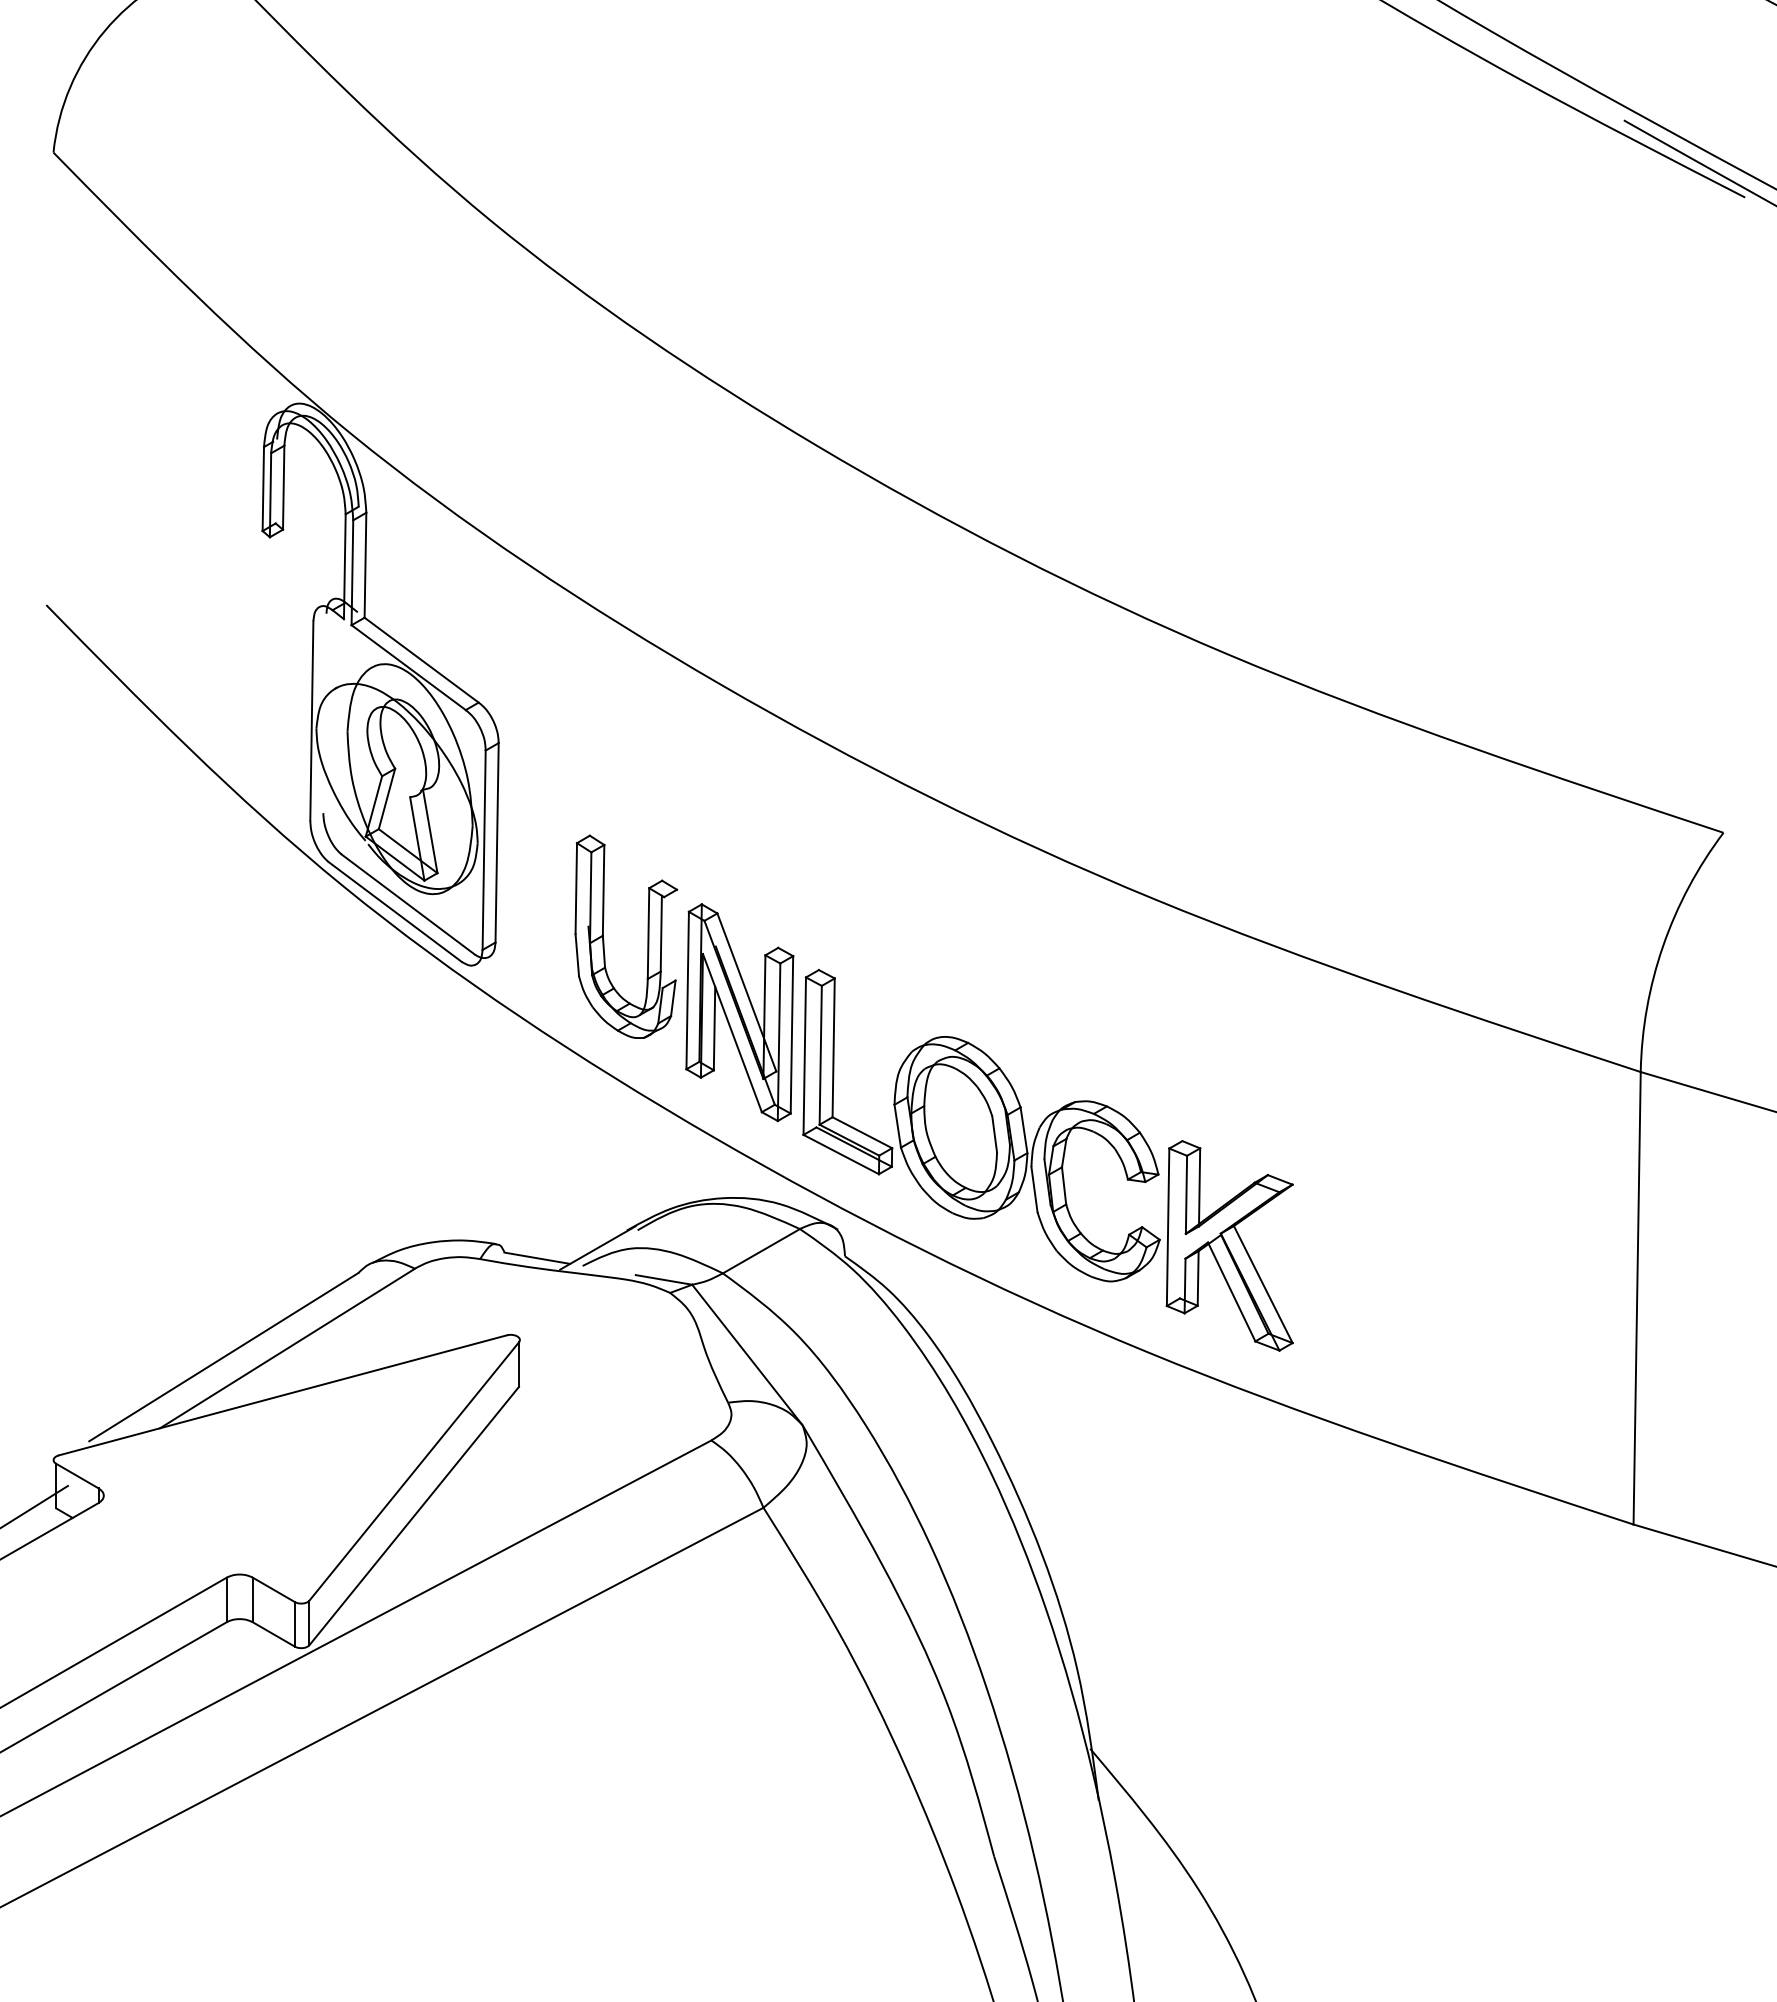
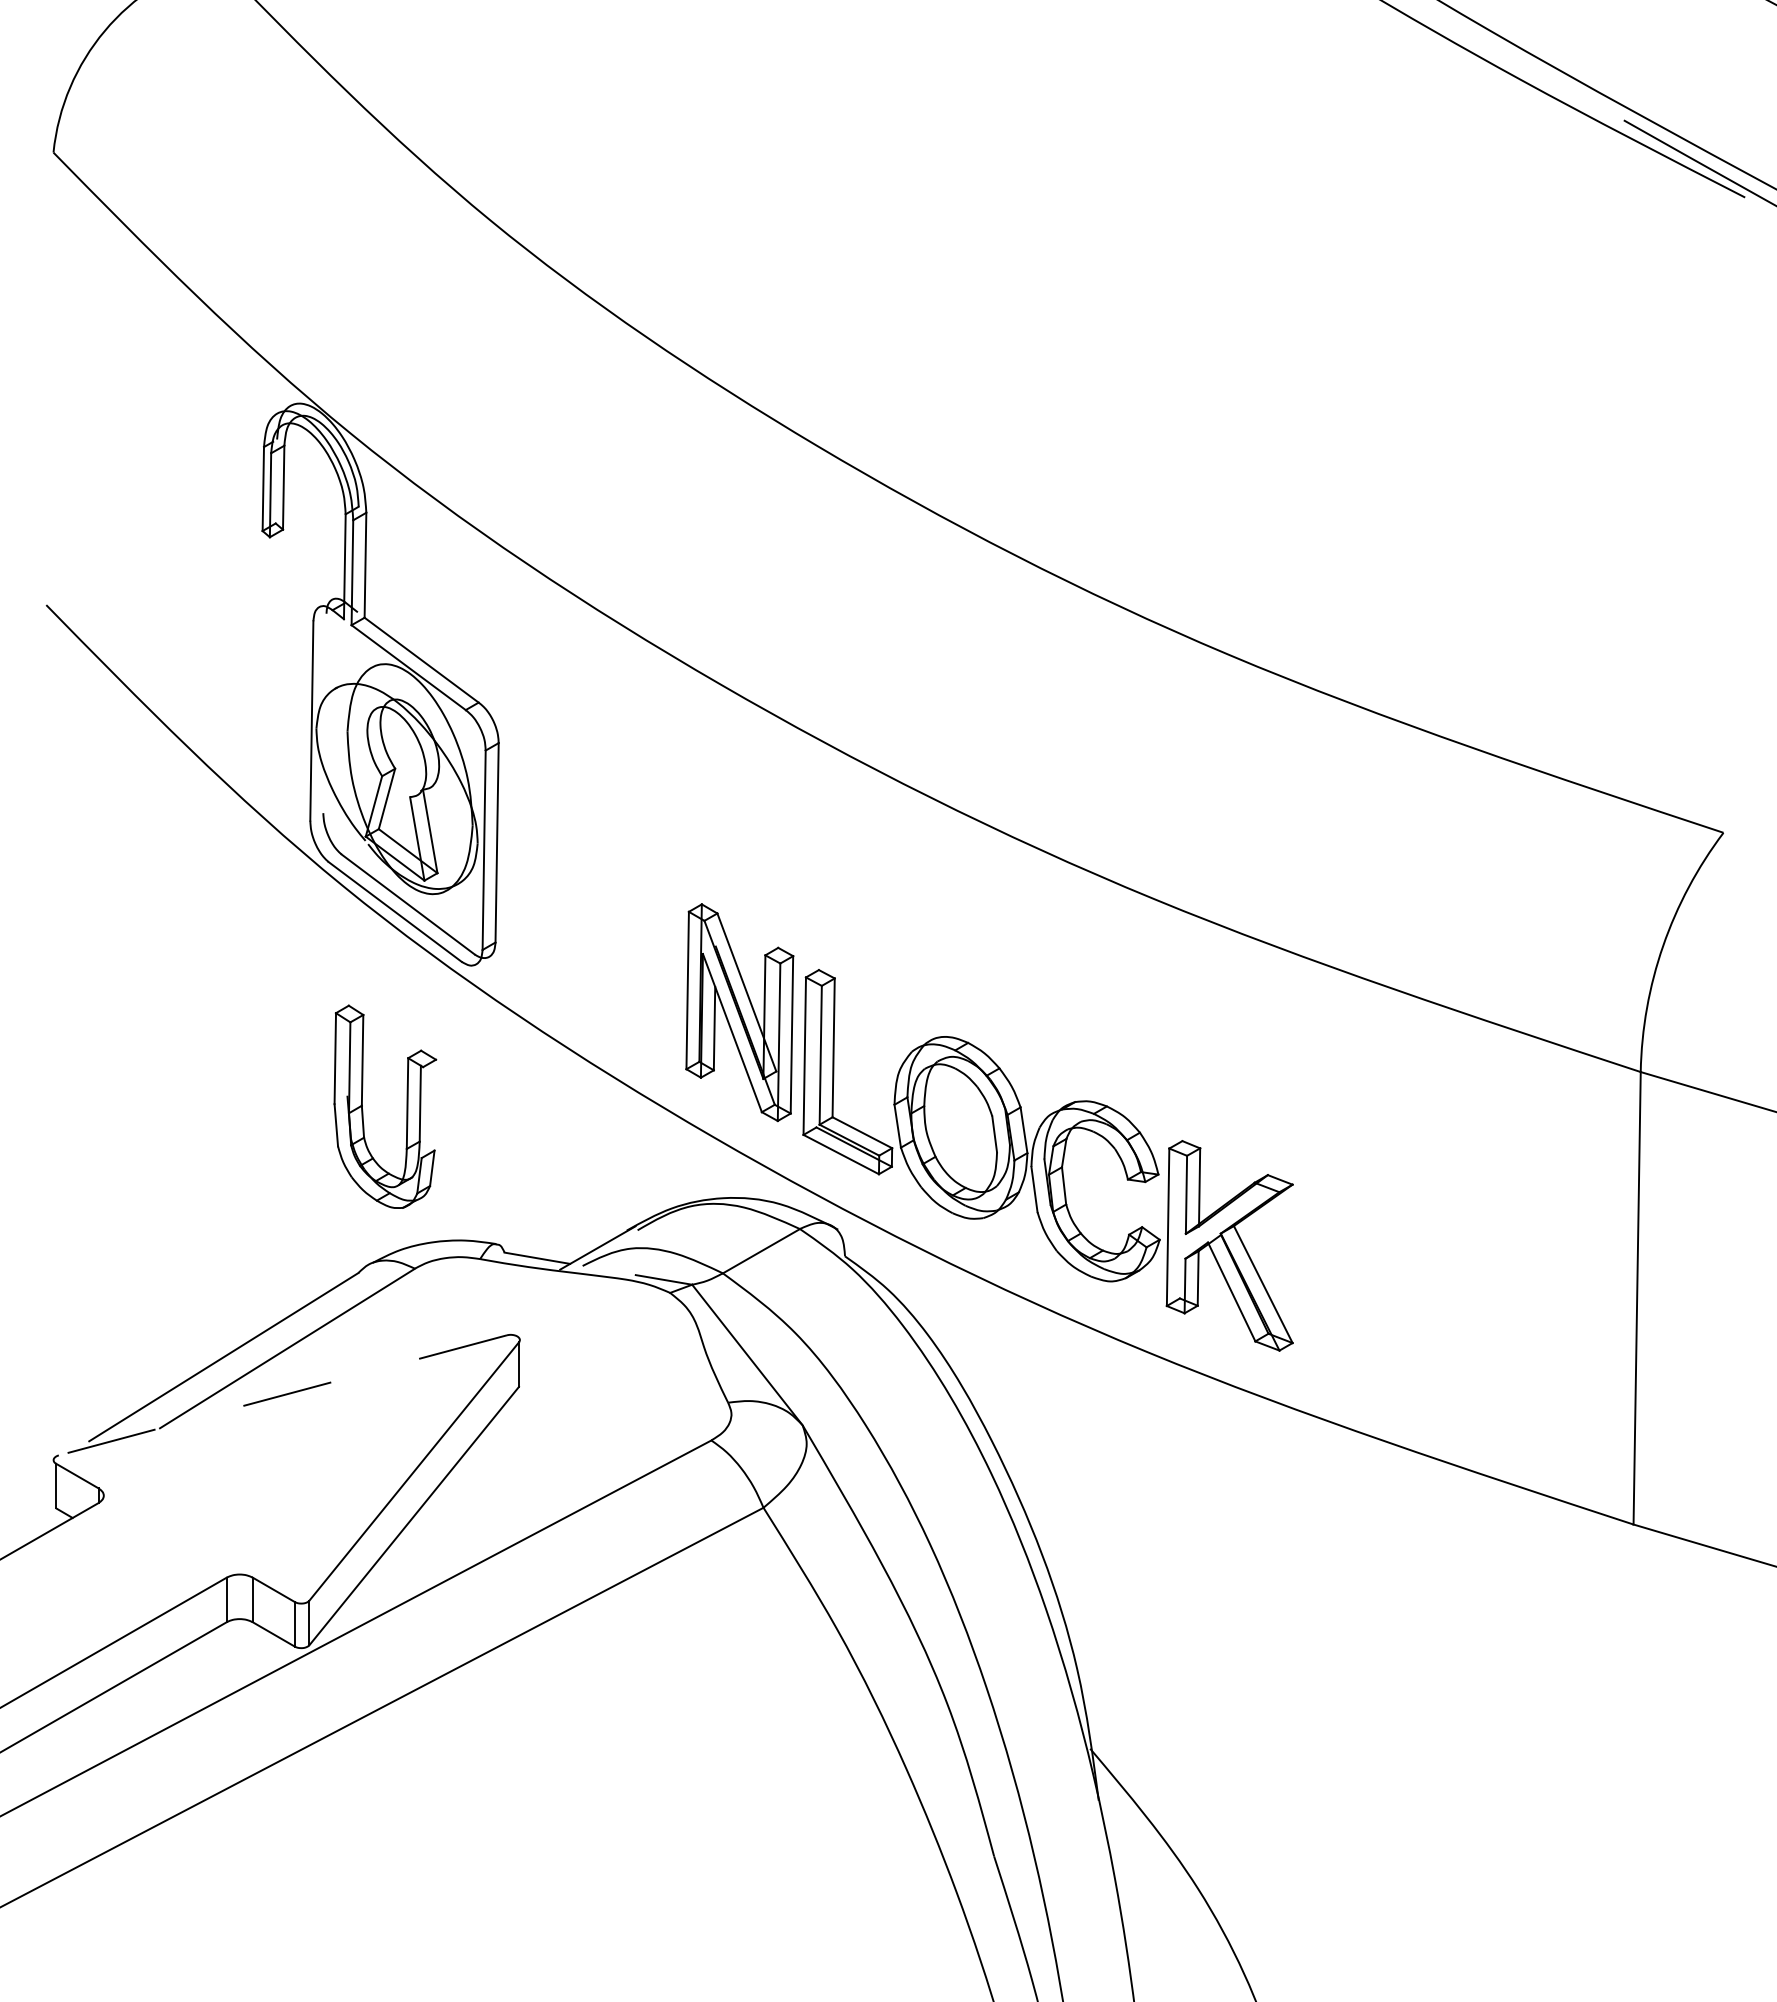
part at (647, 936) position: (647, 936) -> (406, 1106)
line at (282, 1395): solid -> dashed
line at (34, 1505): present -> none
